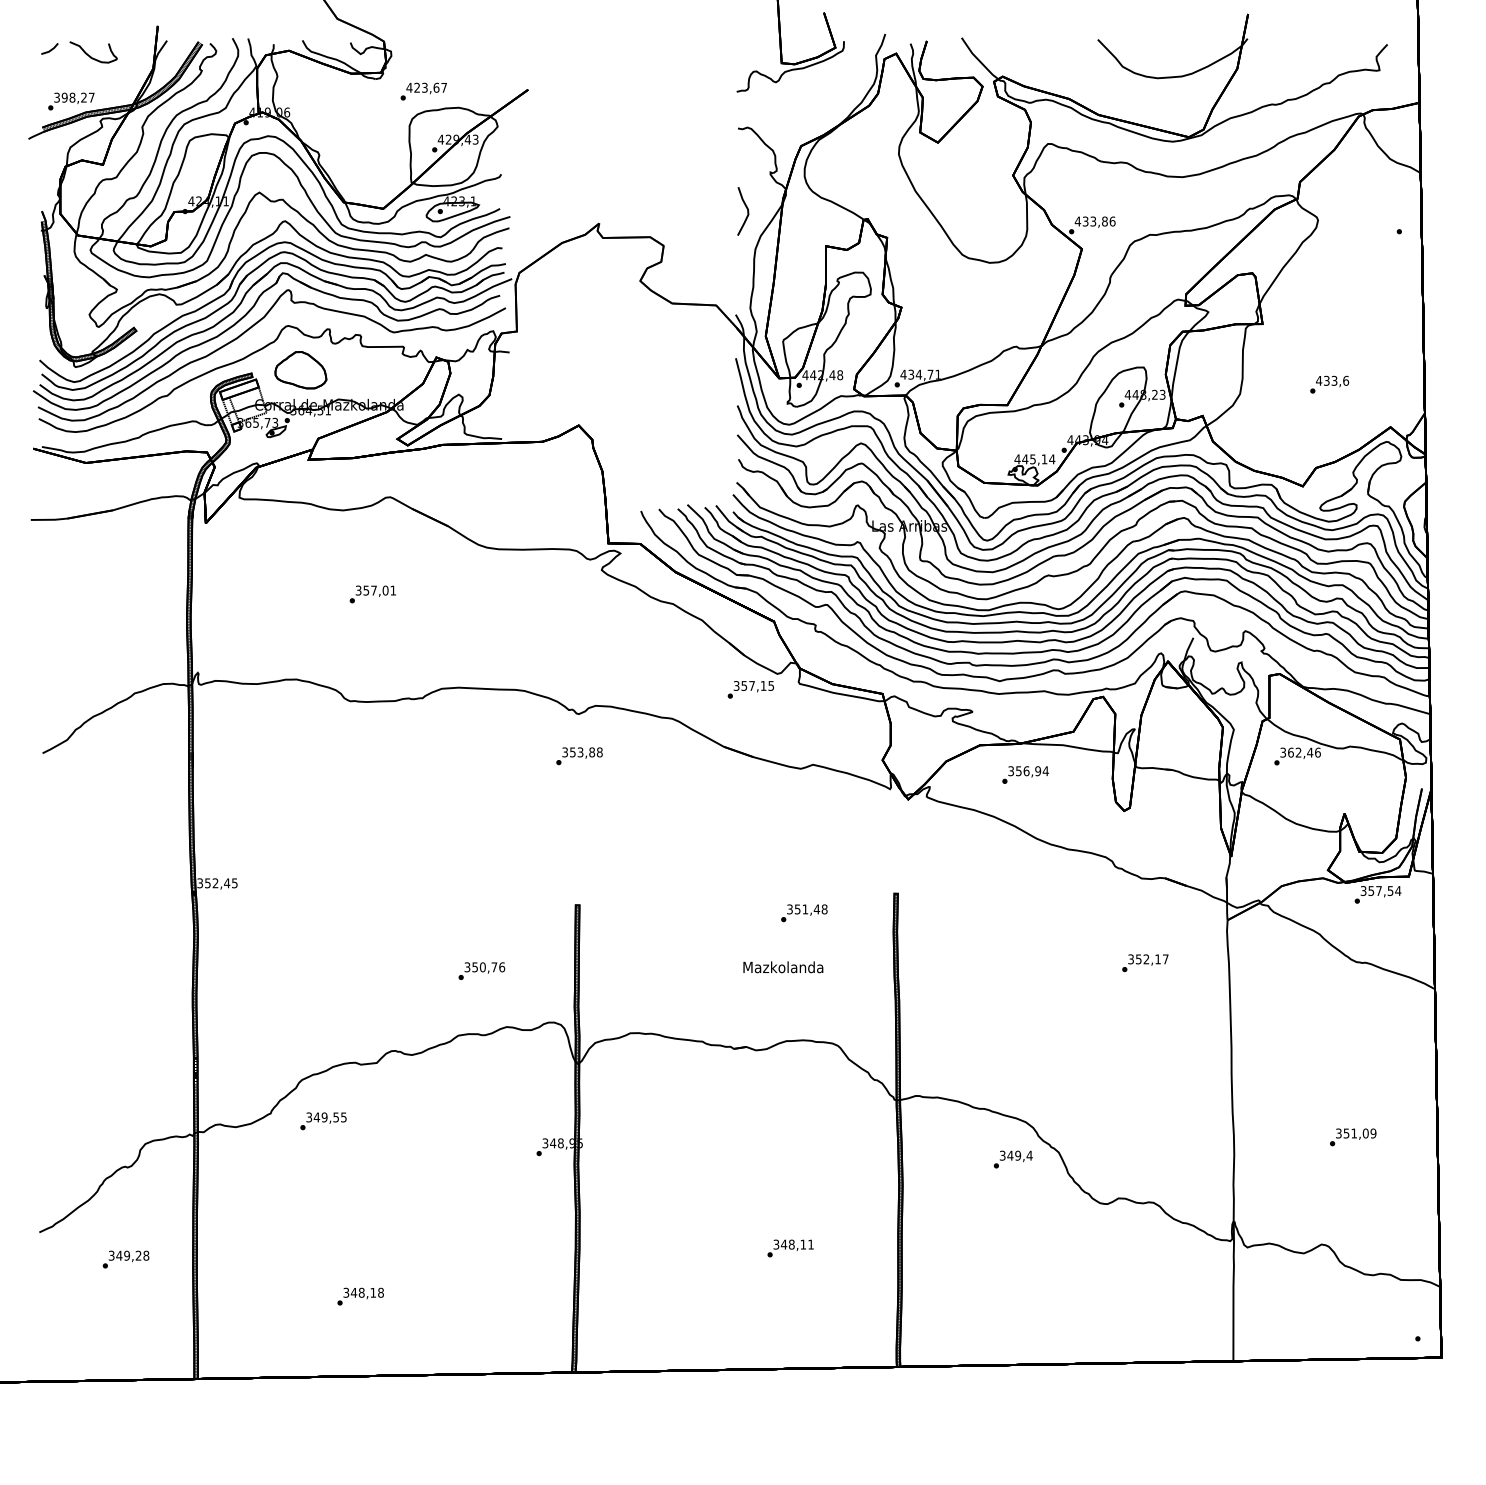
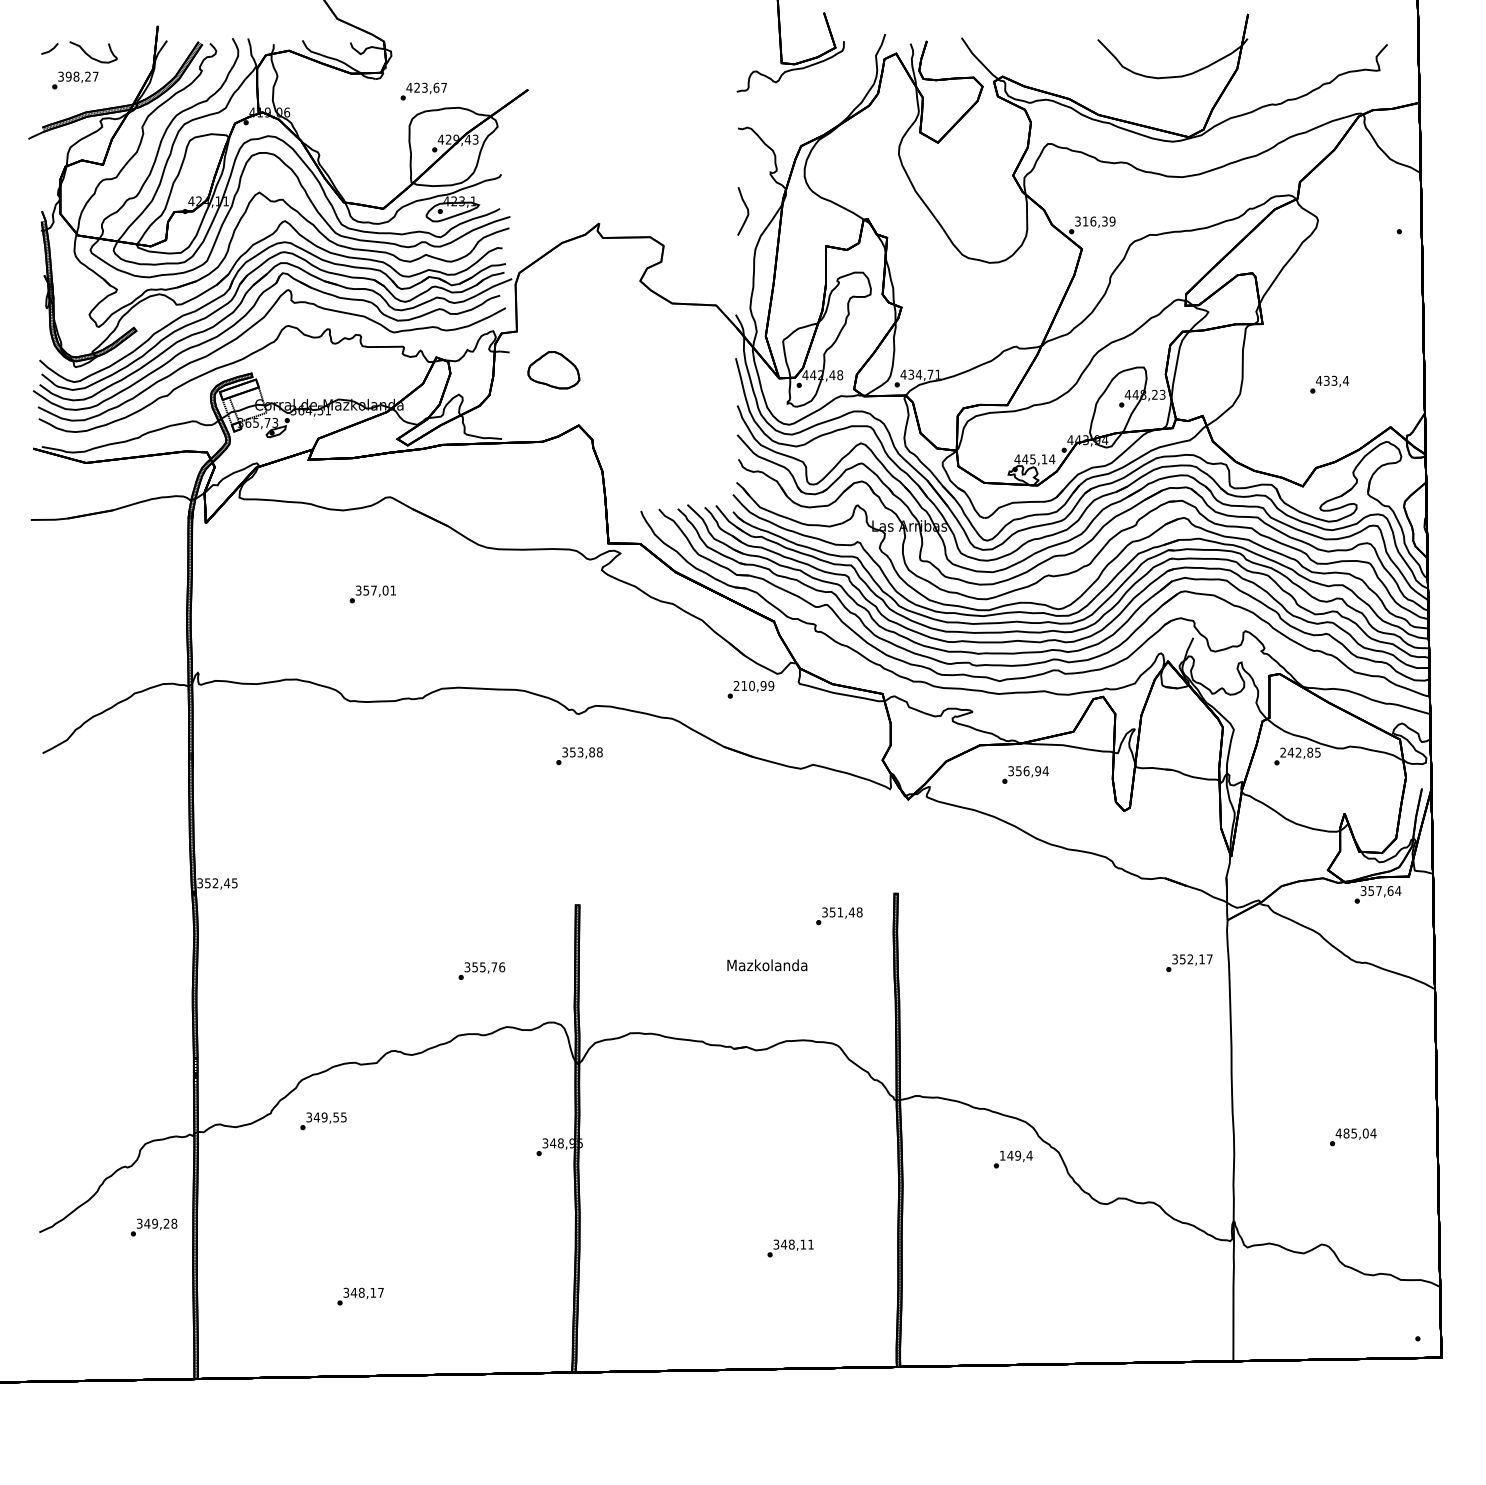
text at (71, 101) position: (71, 101) -> (75, 80)
text at (1094, 221): 433,86 -> 316,39
part at (300, 370) position: (300, 370) -> (553, 370)
text at (1345, 380): 433,6 -> 433,4
text at (753, 685): 357,15 -> 210,99
text at (1300, 752): 362,46 -> 242,85
text at (1390, 890): 357,54 -> 357,64
text at (804, 913) position: (804, 913) -> (839, 916)
text at (1145, 963) position: (1145, 963) -> (1189, 963)
text at (482, 967): 350,76 -> 355,76
text at (783, 967) position: (783, 967) -> (767, 965)
text at (1355, 1133): 351,09 -> 485,04
text at (1002, 1155): 349,4 -> 149,4
text at (125, 1259) position: (125, 1259) -> (153, 1227)
text at (380, 1292): 348,18 -> 348,17
